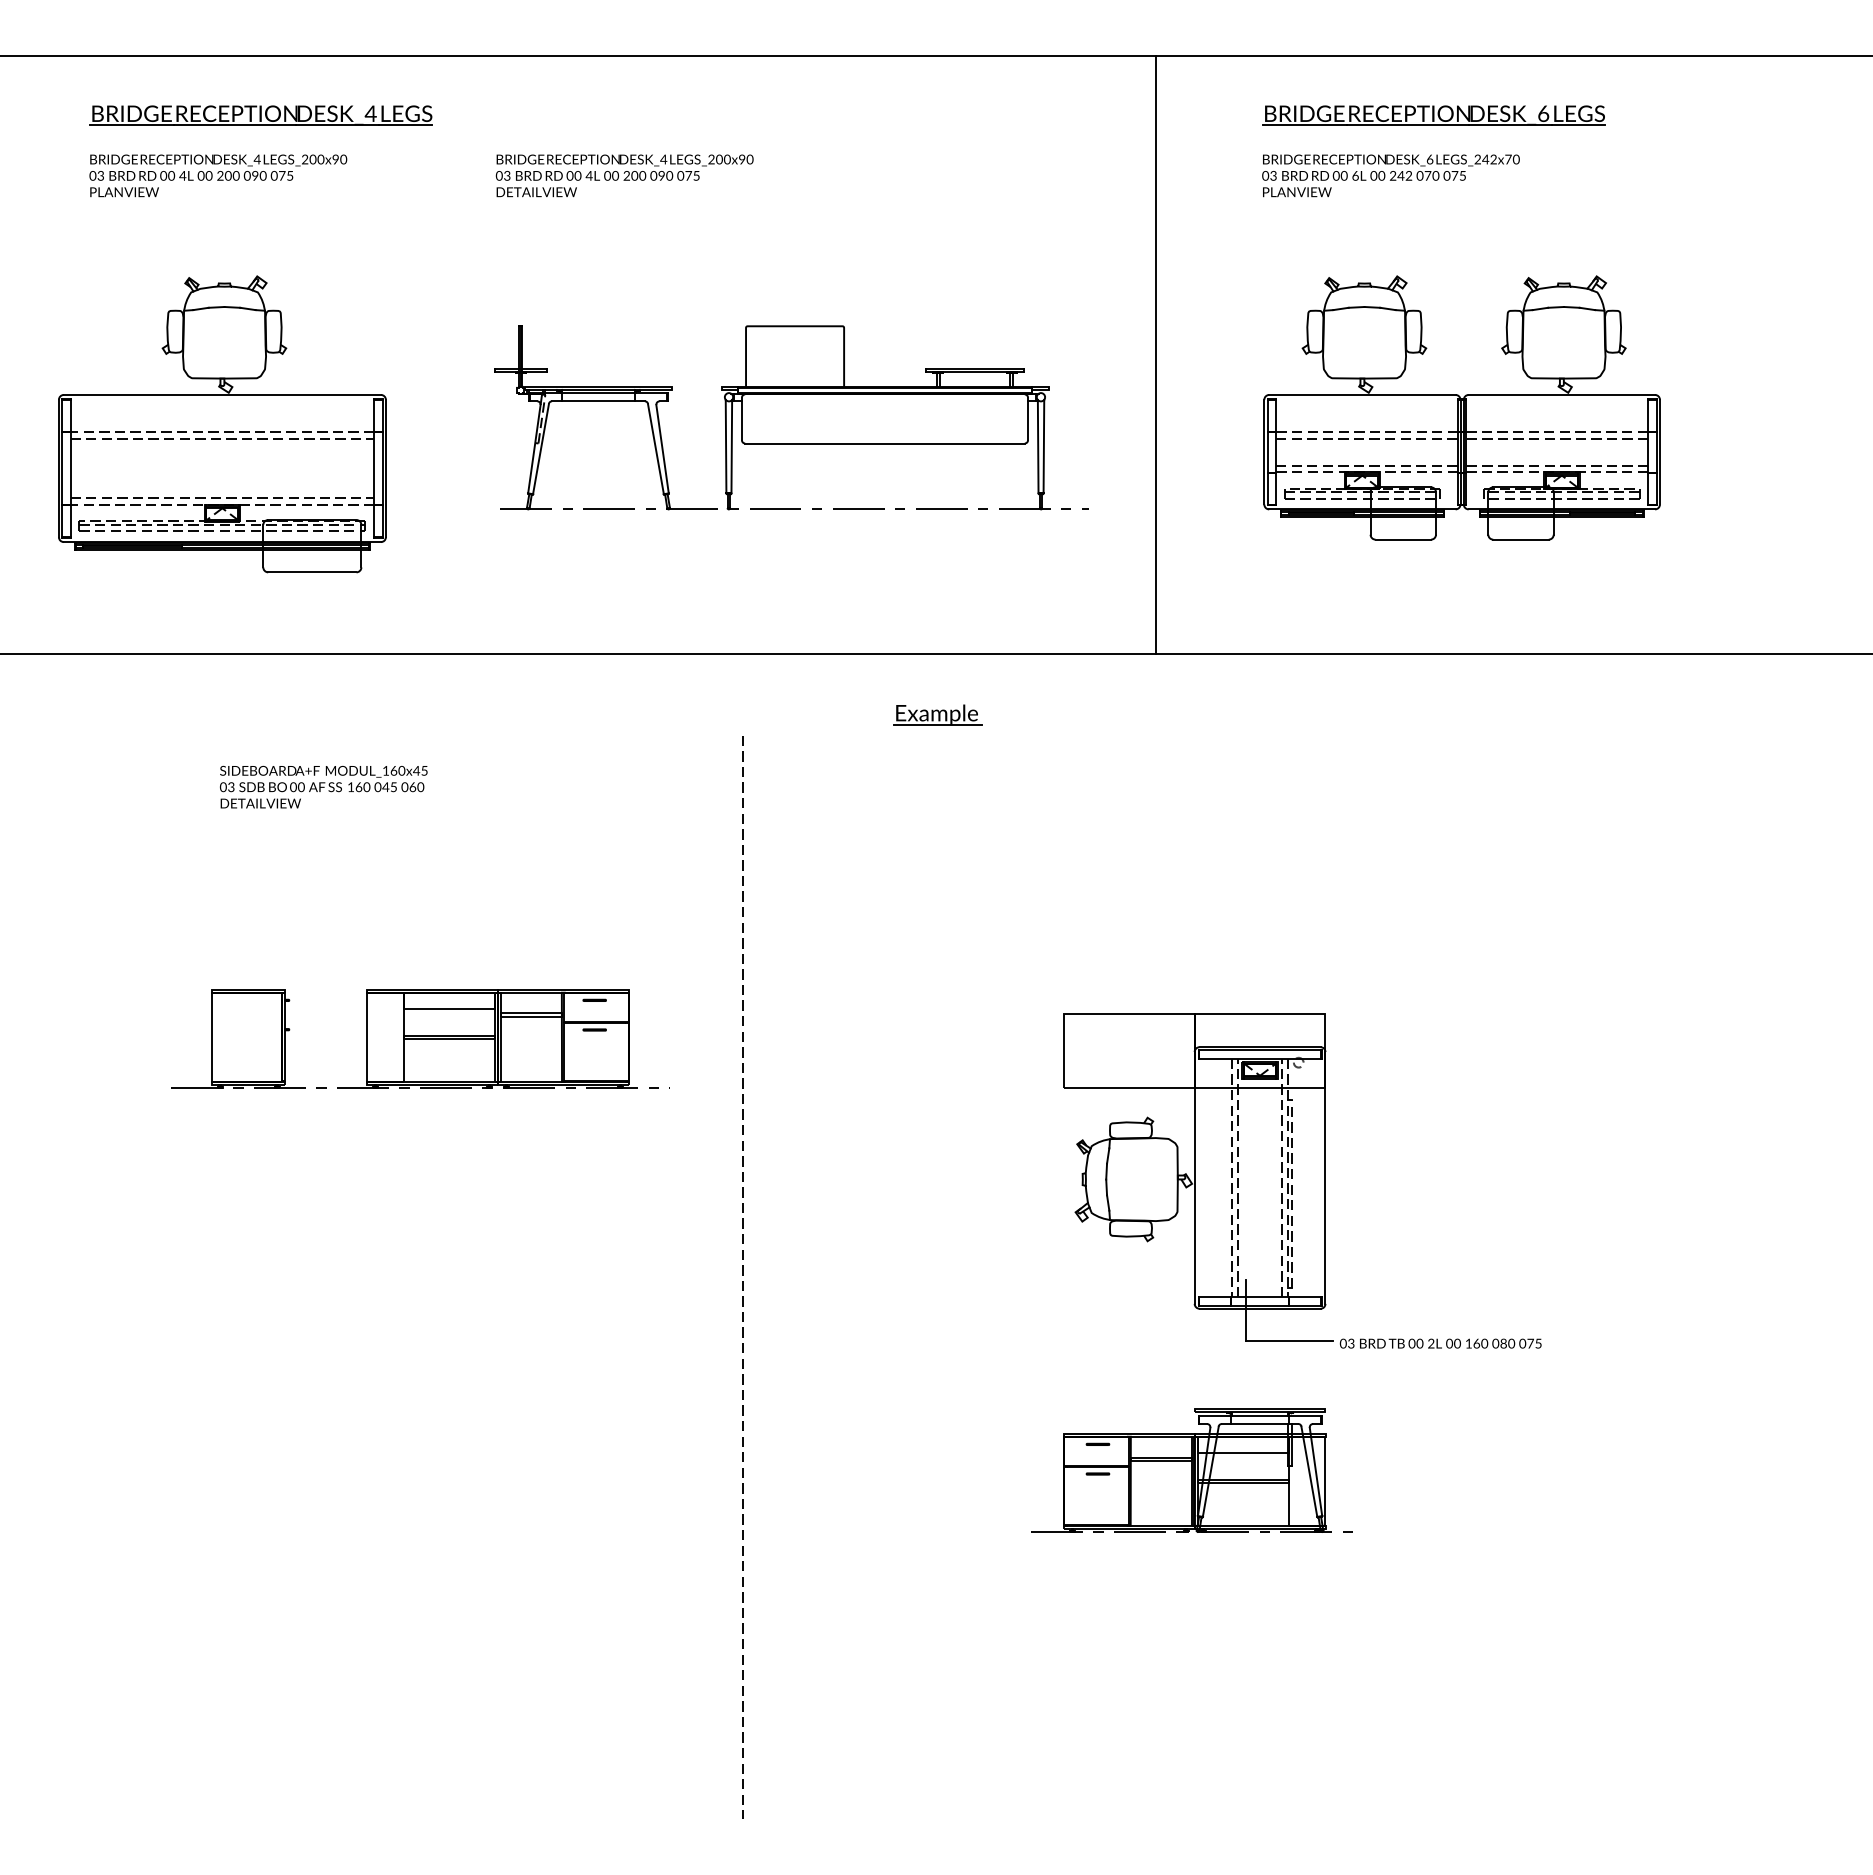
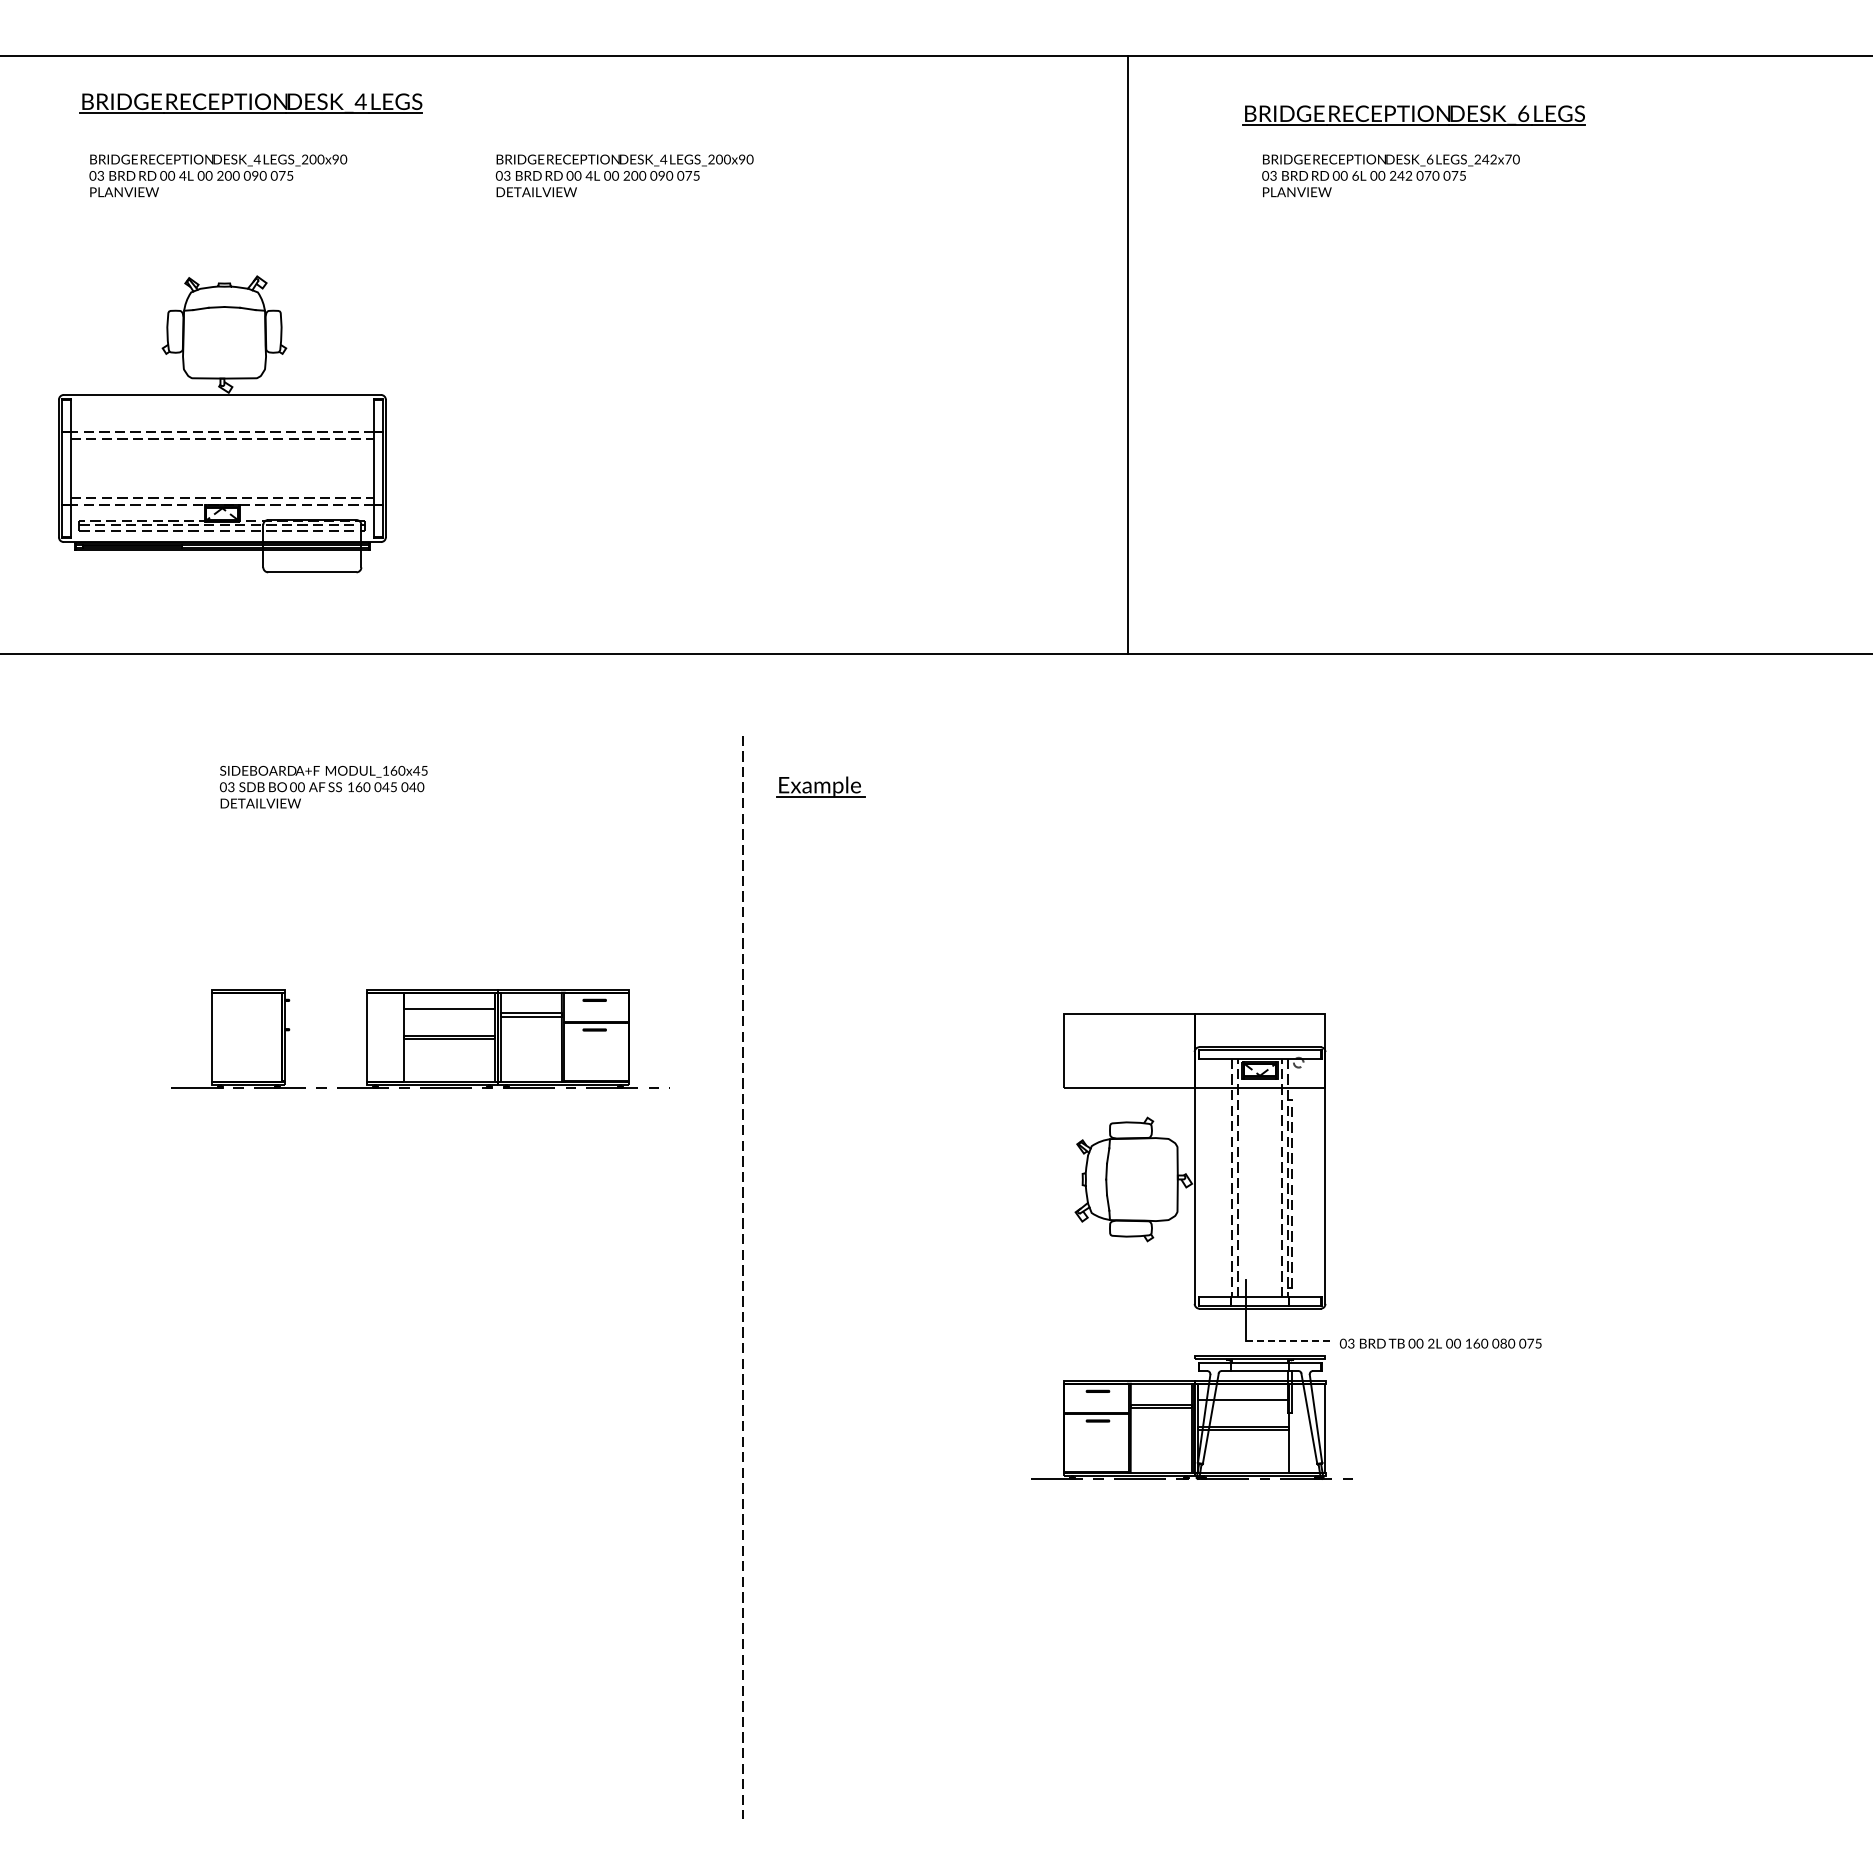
part at (260, 115) position: (260, 115) -> (250, 103)
part at (1433, 115) position: (1433, 115) -> (1413, 115)
line at (1155, 354) position: (1155, 354) -> (1127, 354)
part at (1461, 407): present -> none
part at (791, 417): present -> none
part at (937, 714) position: (937, 714) -> (820, 786)
text at (412, 787): 060 -> 040
line at (1289, 1341): solid -> dashed
part at (1191, 1470) position: (1191, 1470) -> (1191, 1417)
